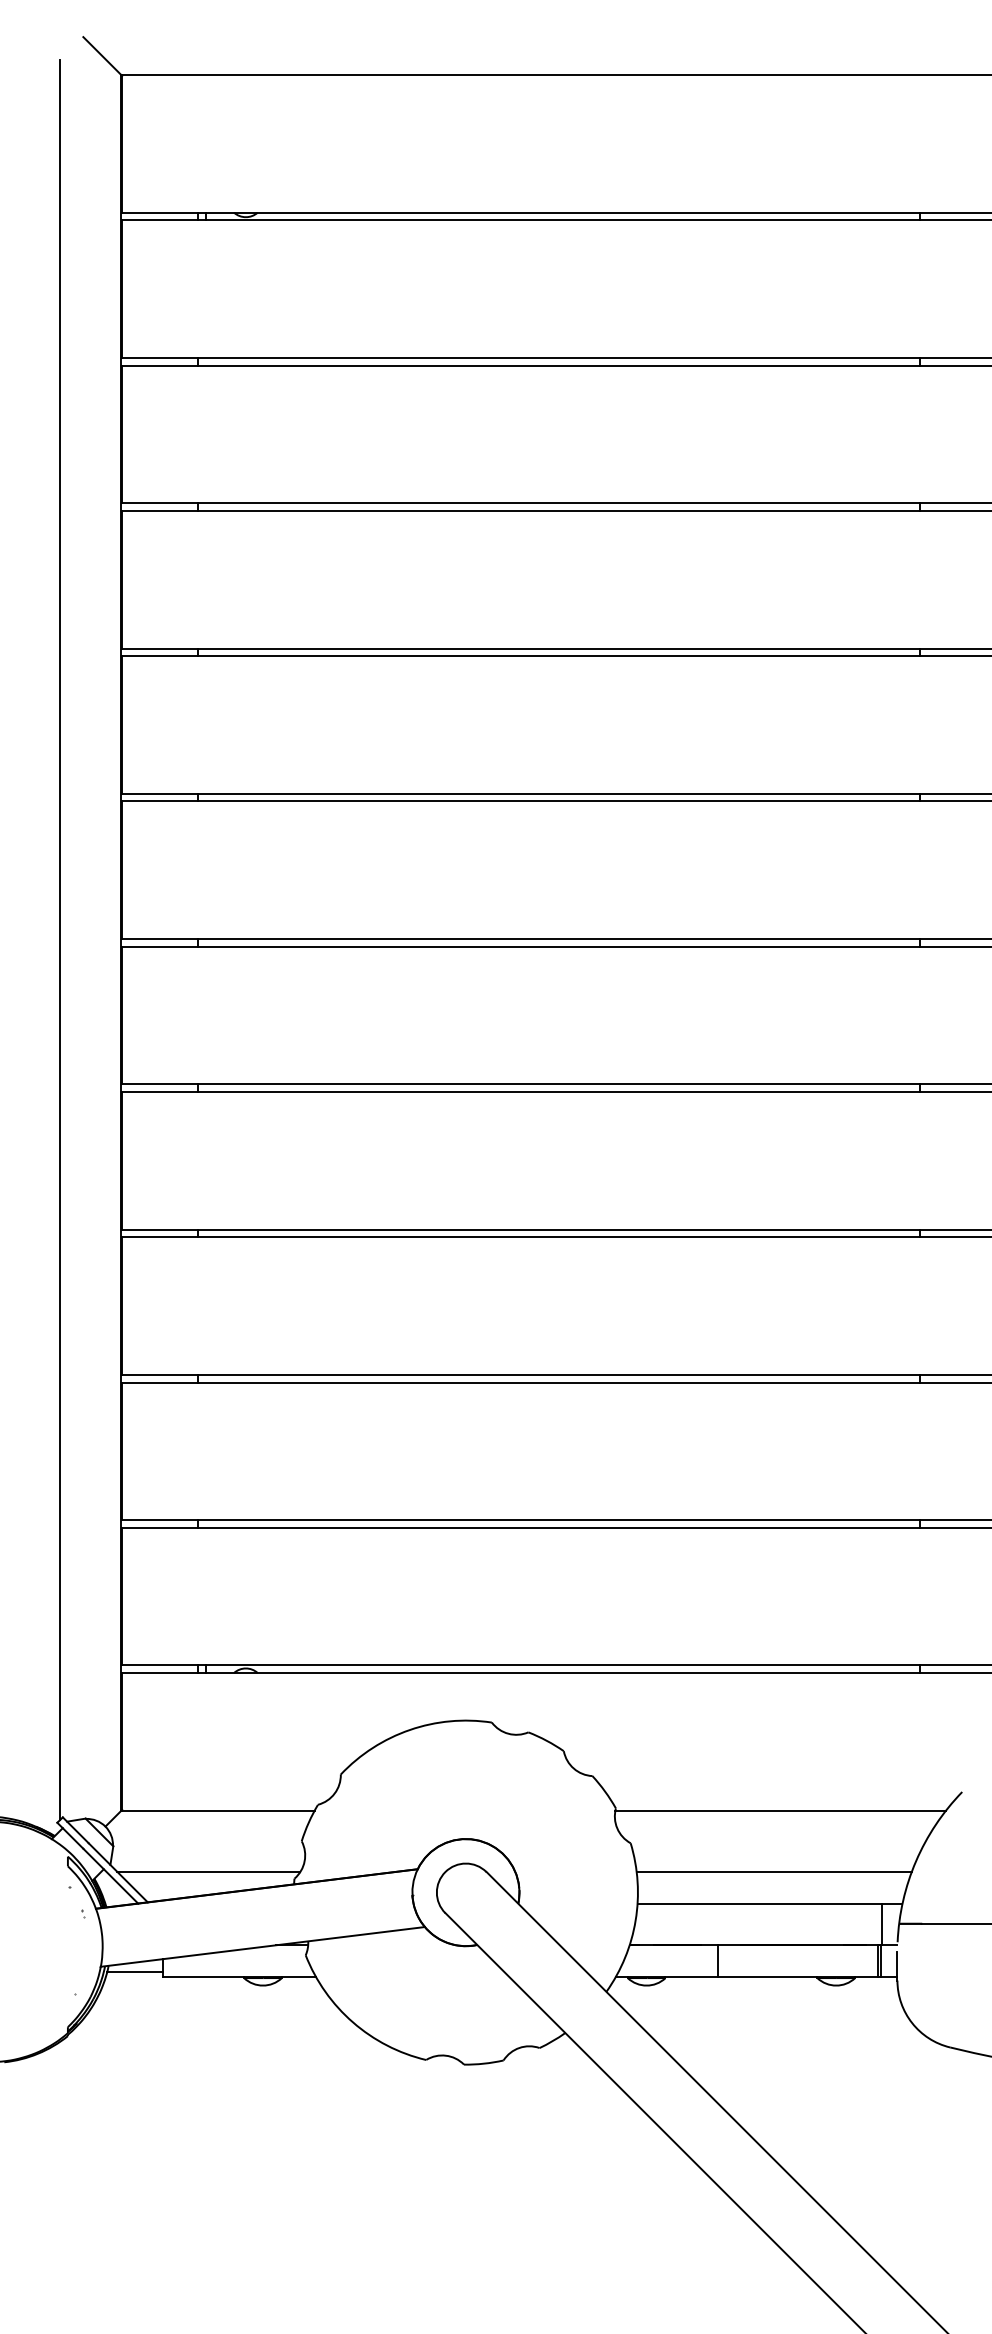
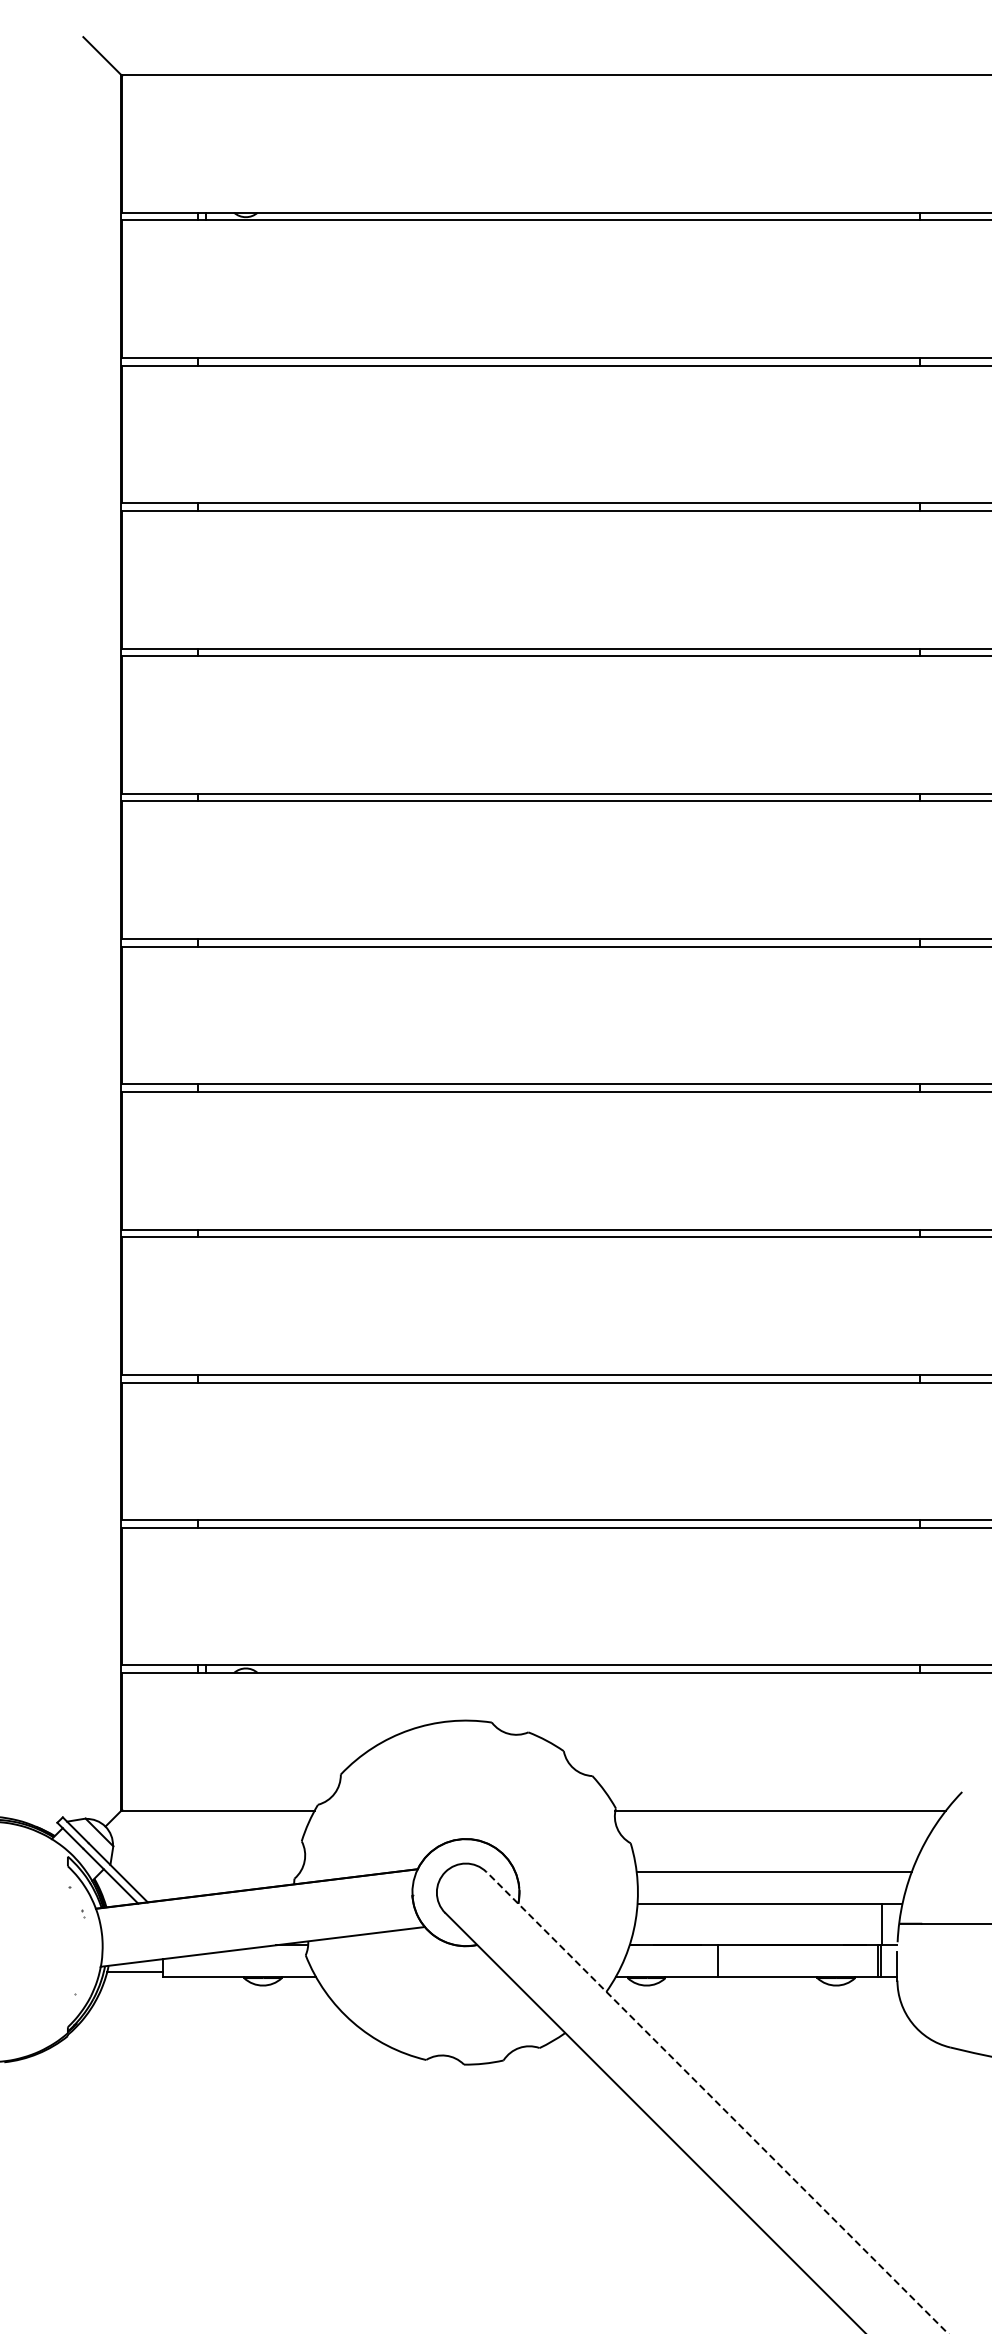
line at (60, 939): present -> none
line at (208, 1871): present -> none
line at (716, 2102): solid -> dashed
